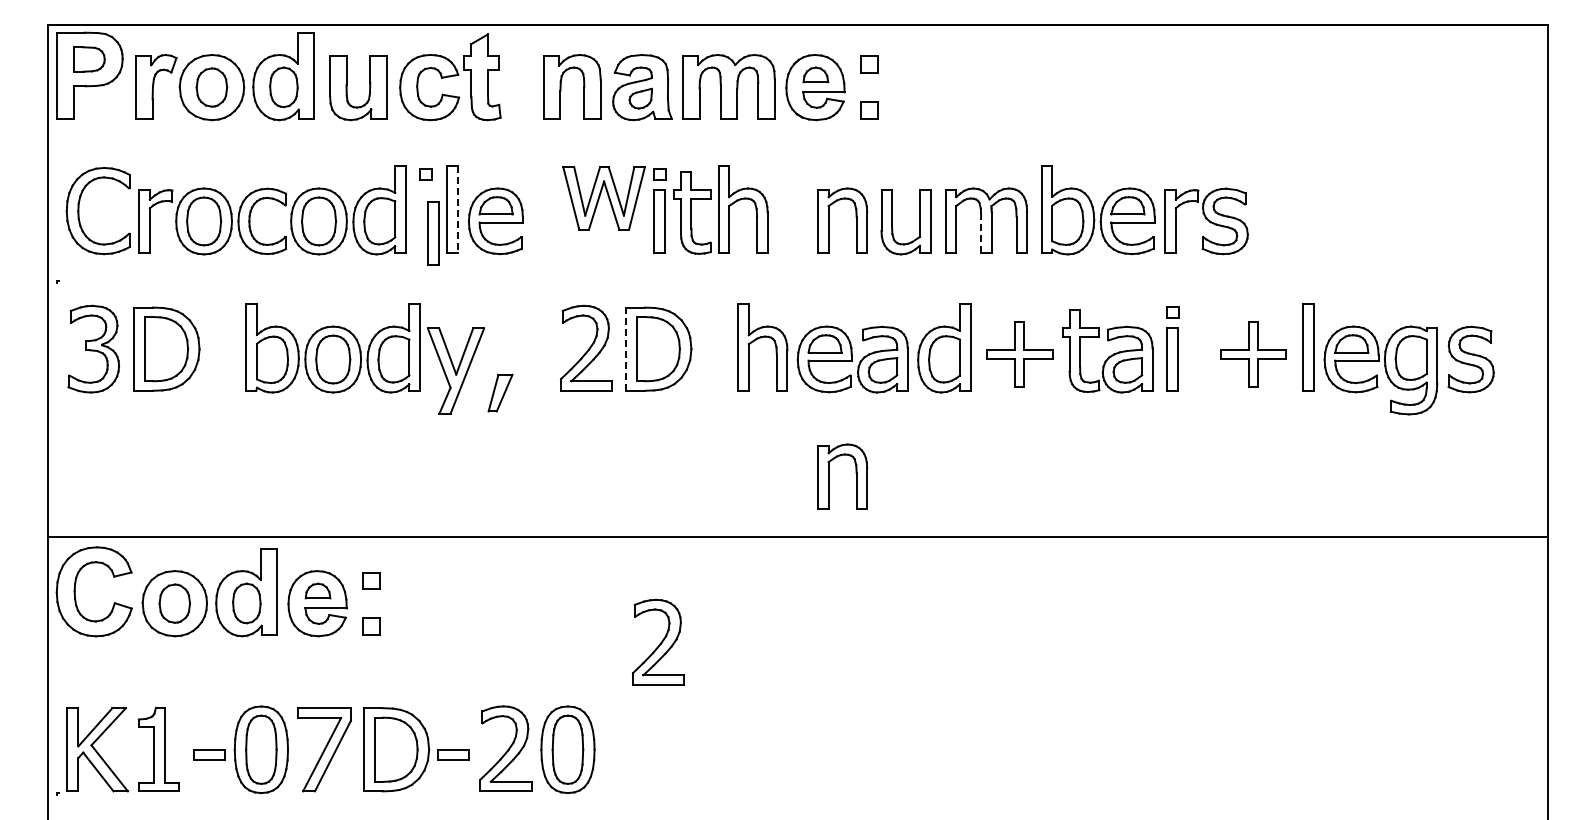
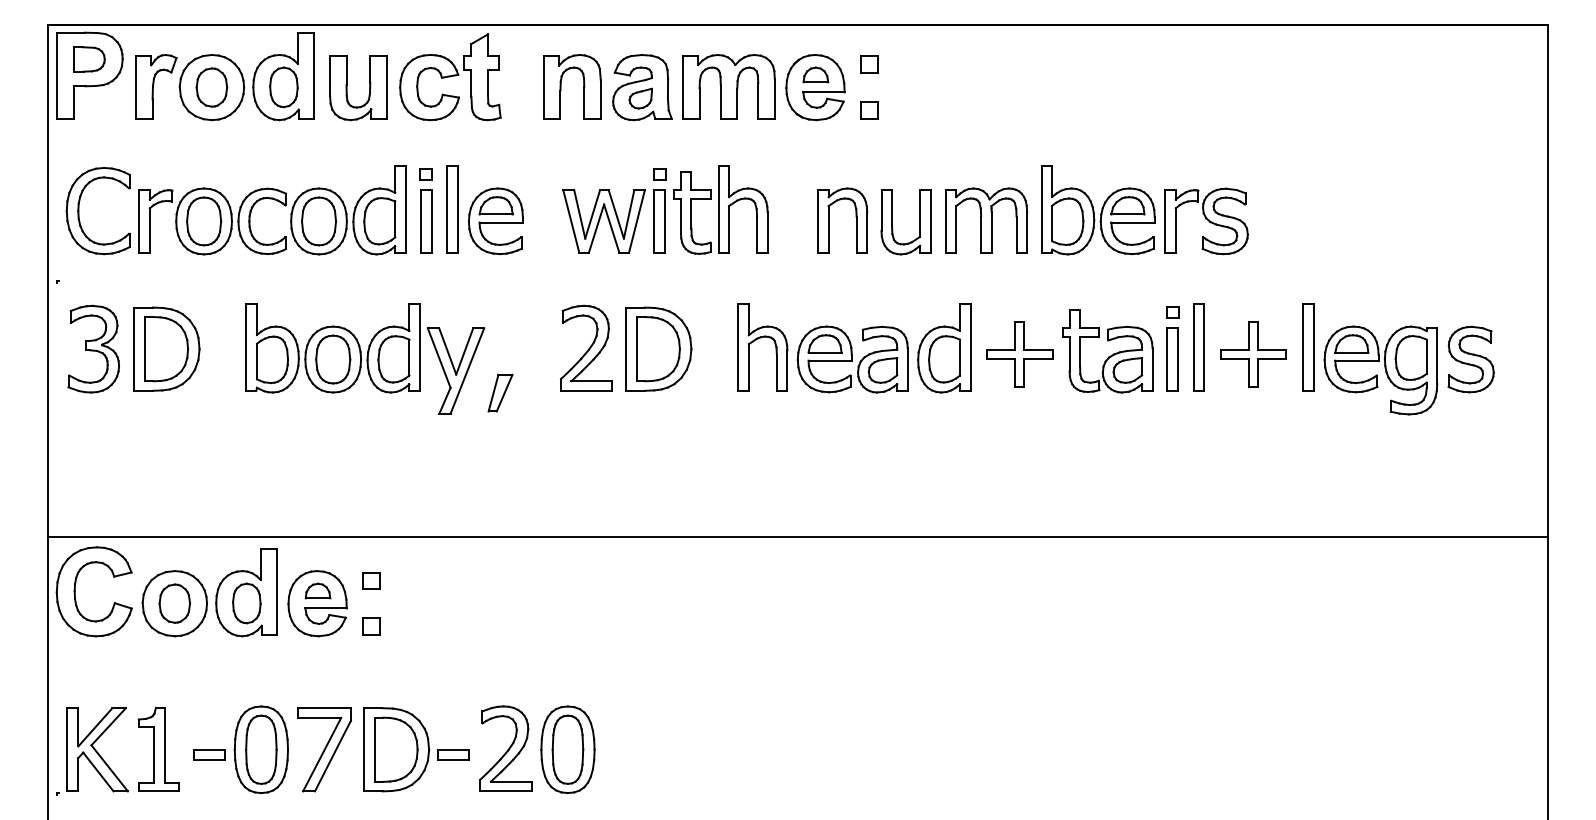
part at (603, 198) position: (603, 198) -> (603, 221)
line at (457, 209): dashed -> solid
part at (433, 233) position: (433, 233) -> (426, 221)
line at (981, 234): dashed -> solid
part at (1198, 347): none -> present
line at (625, 349): dashed -> solid
part at (829, 476): present -> none
part at (658, 641): present -> none
